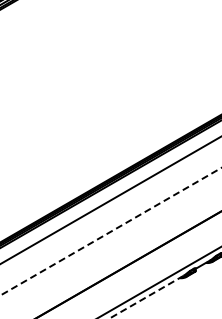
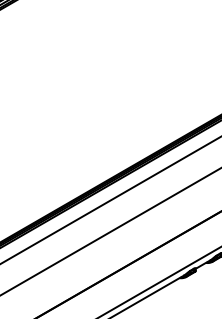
line at (110, 231): dashed -> solid
line at (146, 297): dashed -> solid
